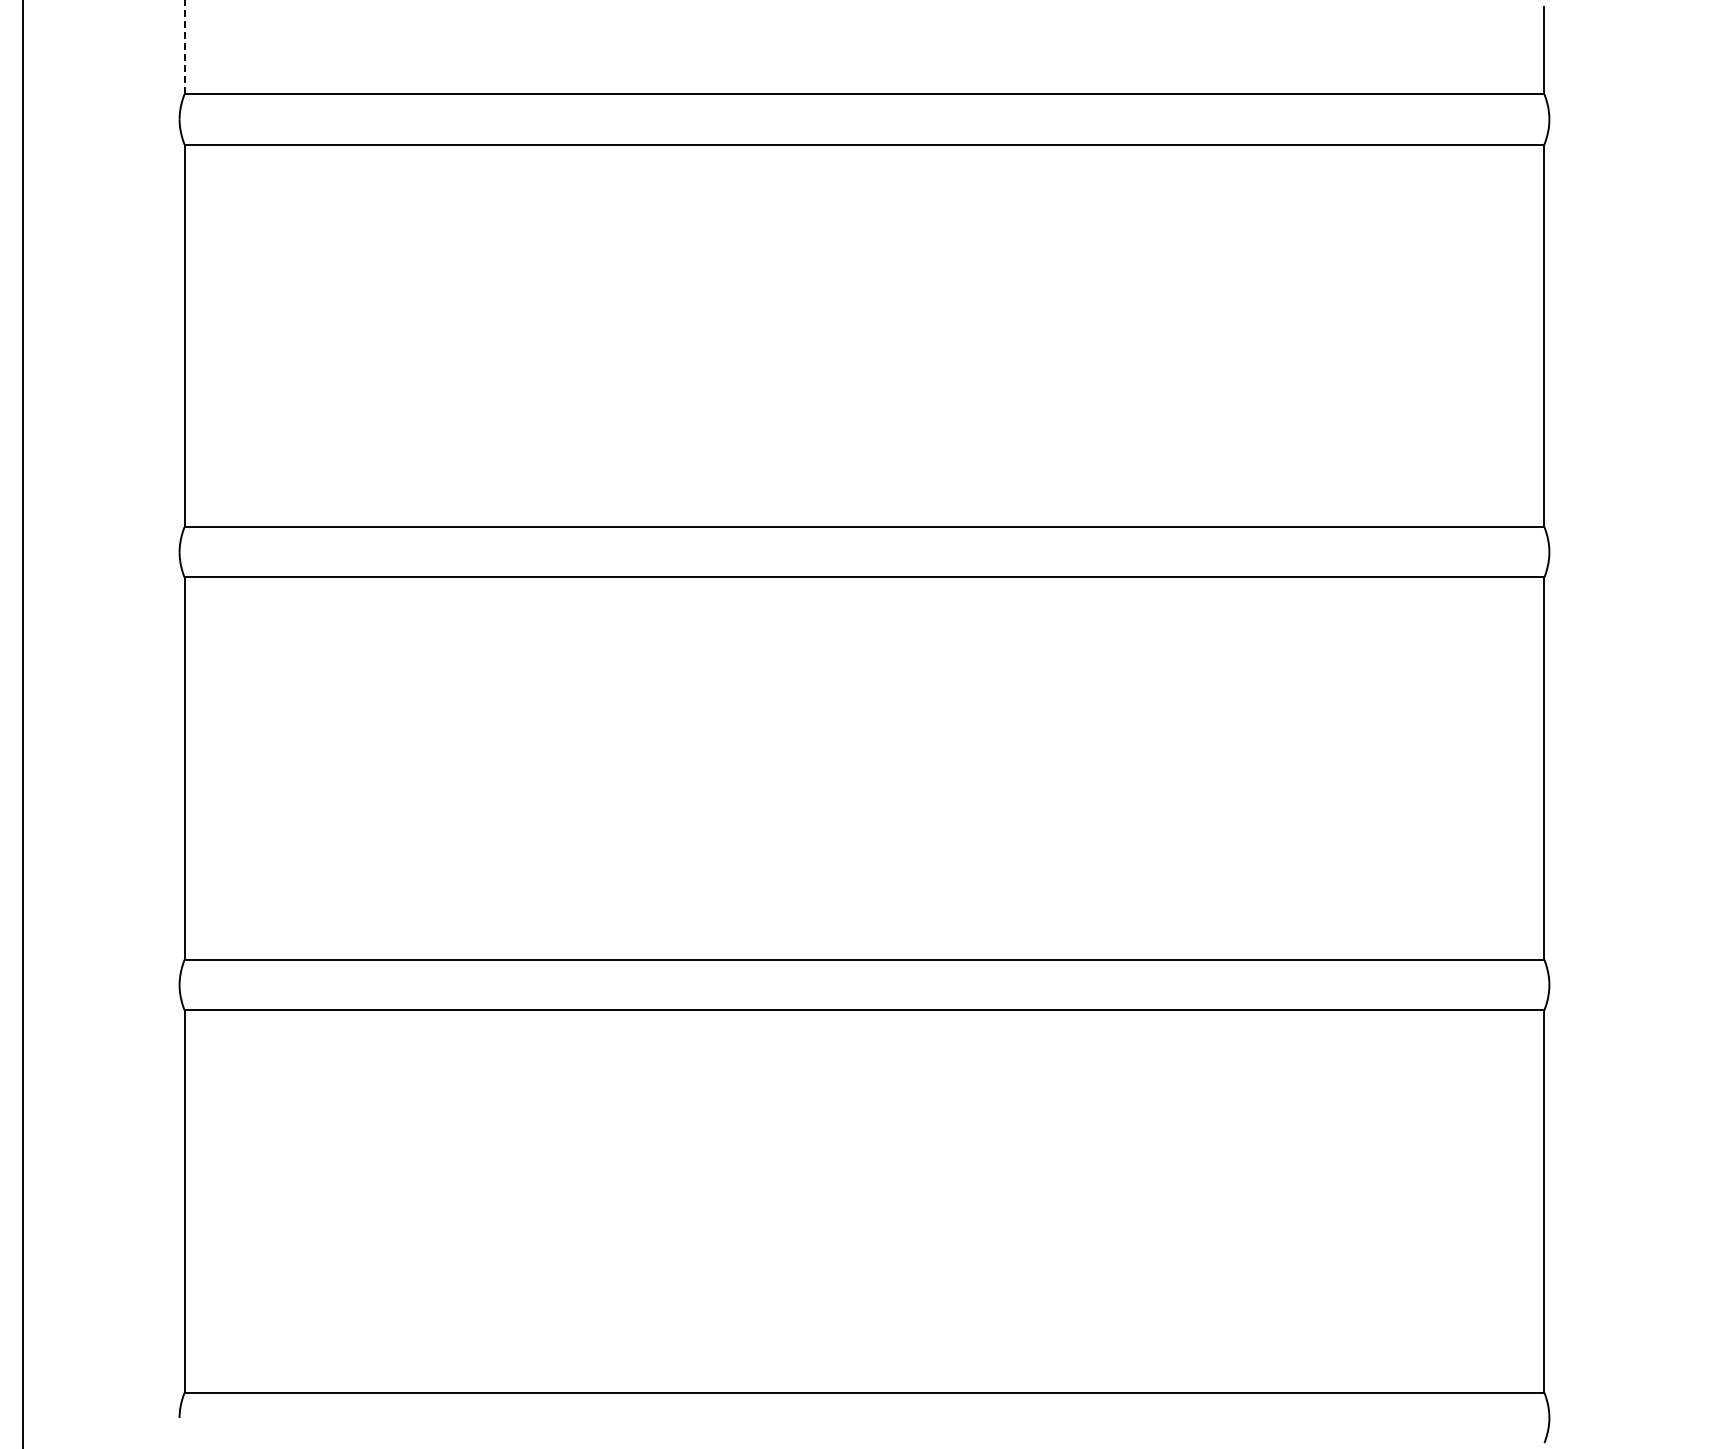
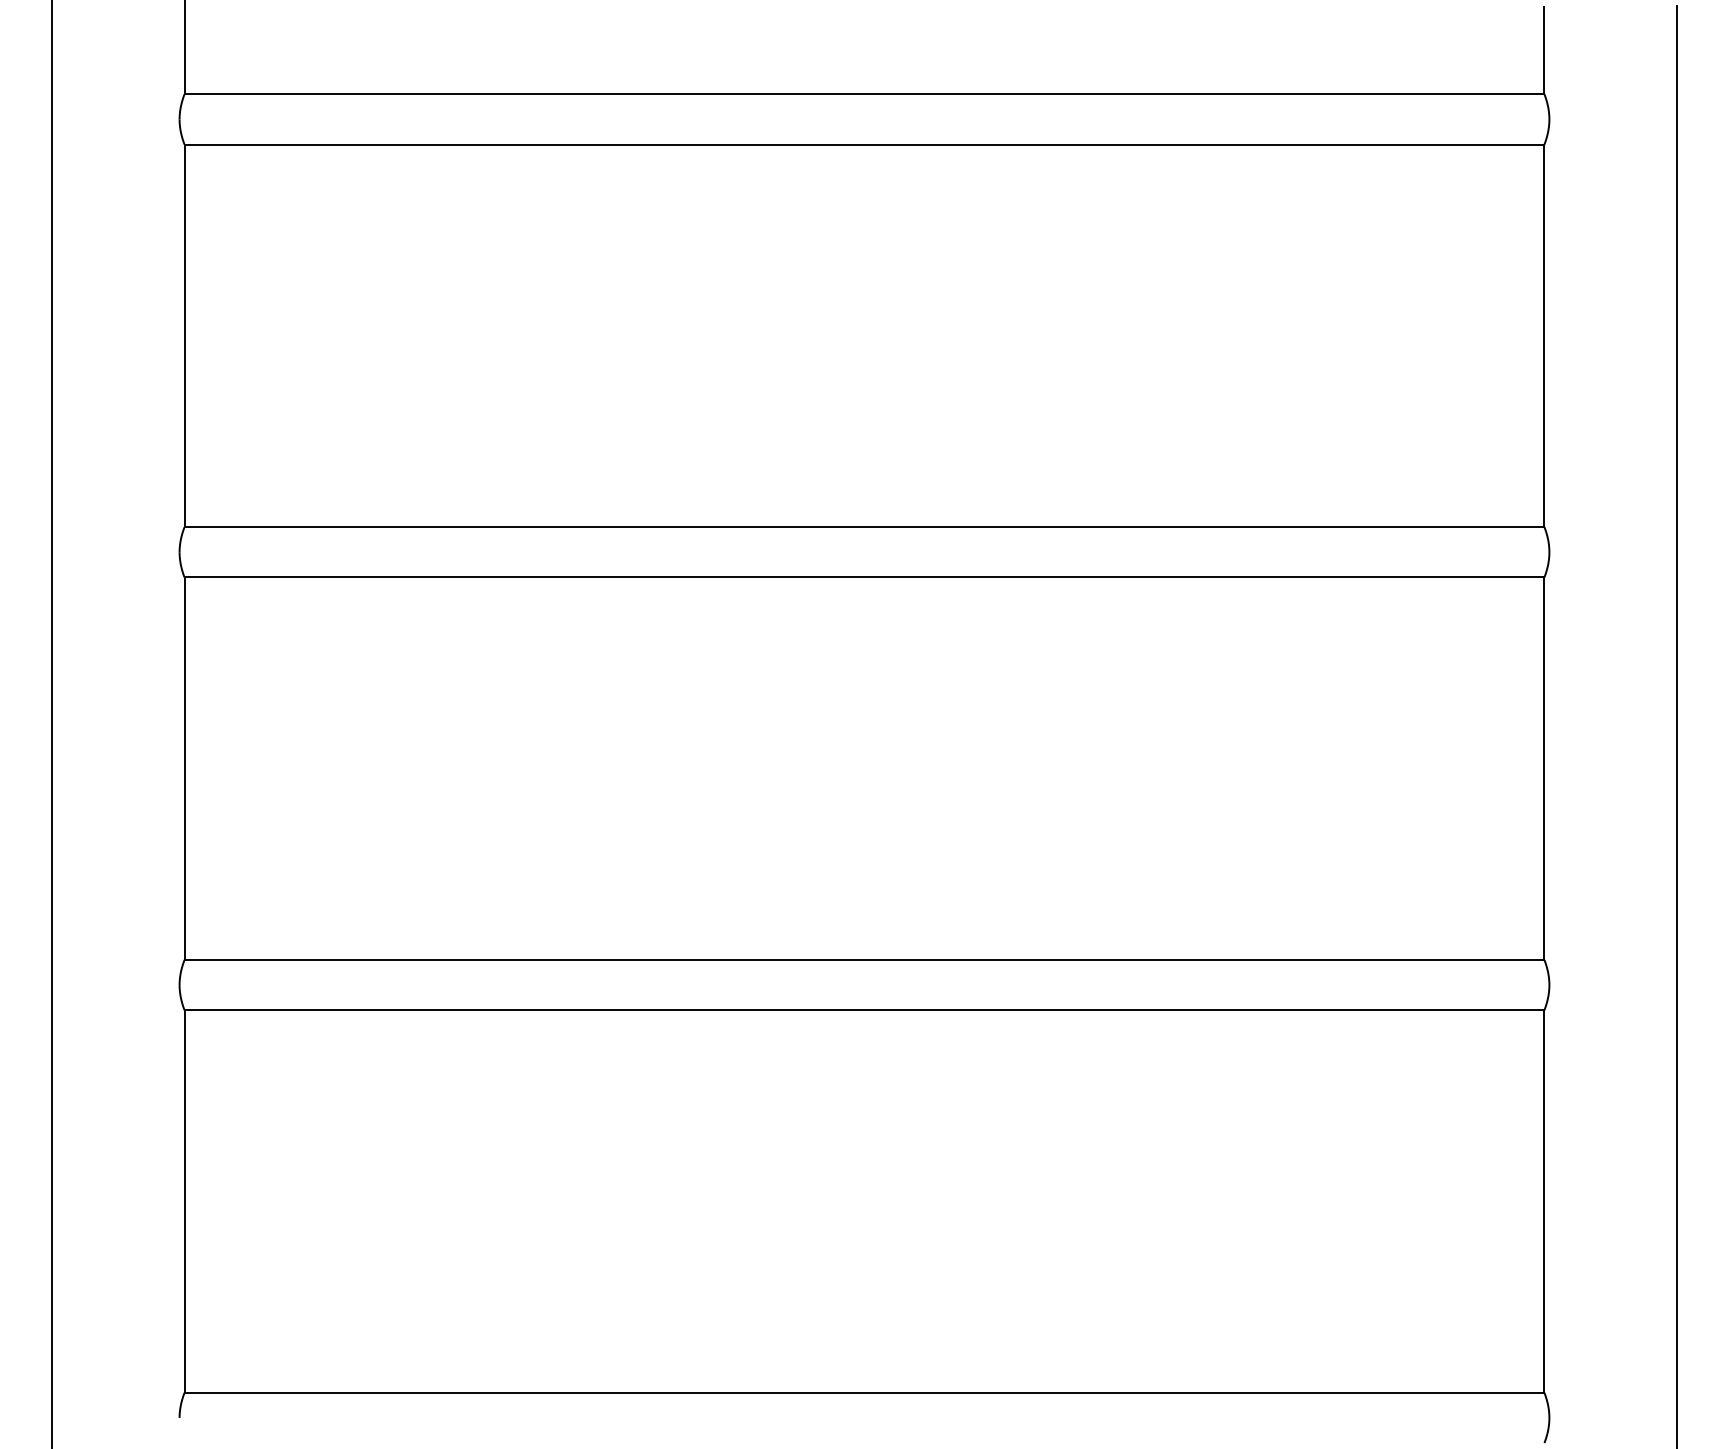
line at (184, 47): dashed -> solid
line at (22, 723) position: (22, 723) -> (51, 723)
line at (1677, 725): none -> present
